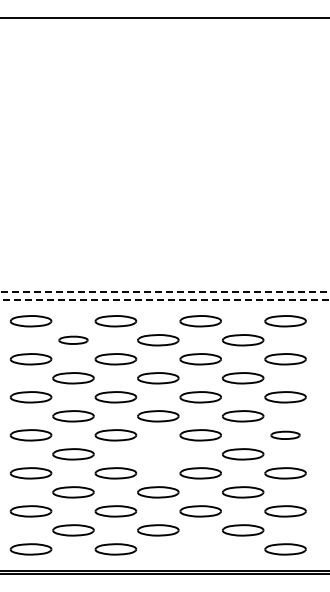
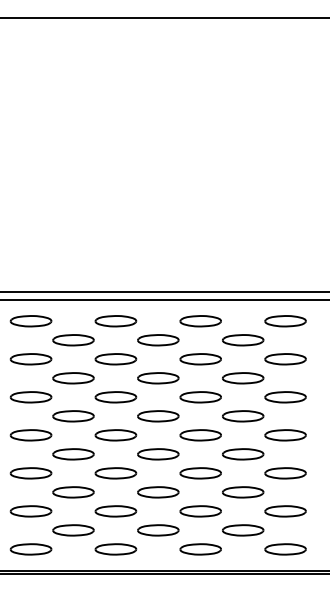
line at (164, 291): dashed -> solid
line at (164, 299): dashed -> solid
part at (73, 339) size: 31x10 px -> 43x13 px
part at (285, 434) size: 31x10 px -> 43x13 px
part at (158, 454): none -> present
part at (200, 549): none -> present
